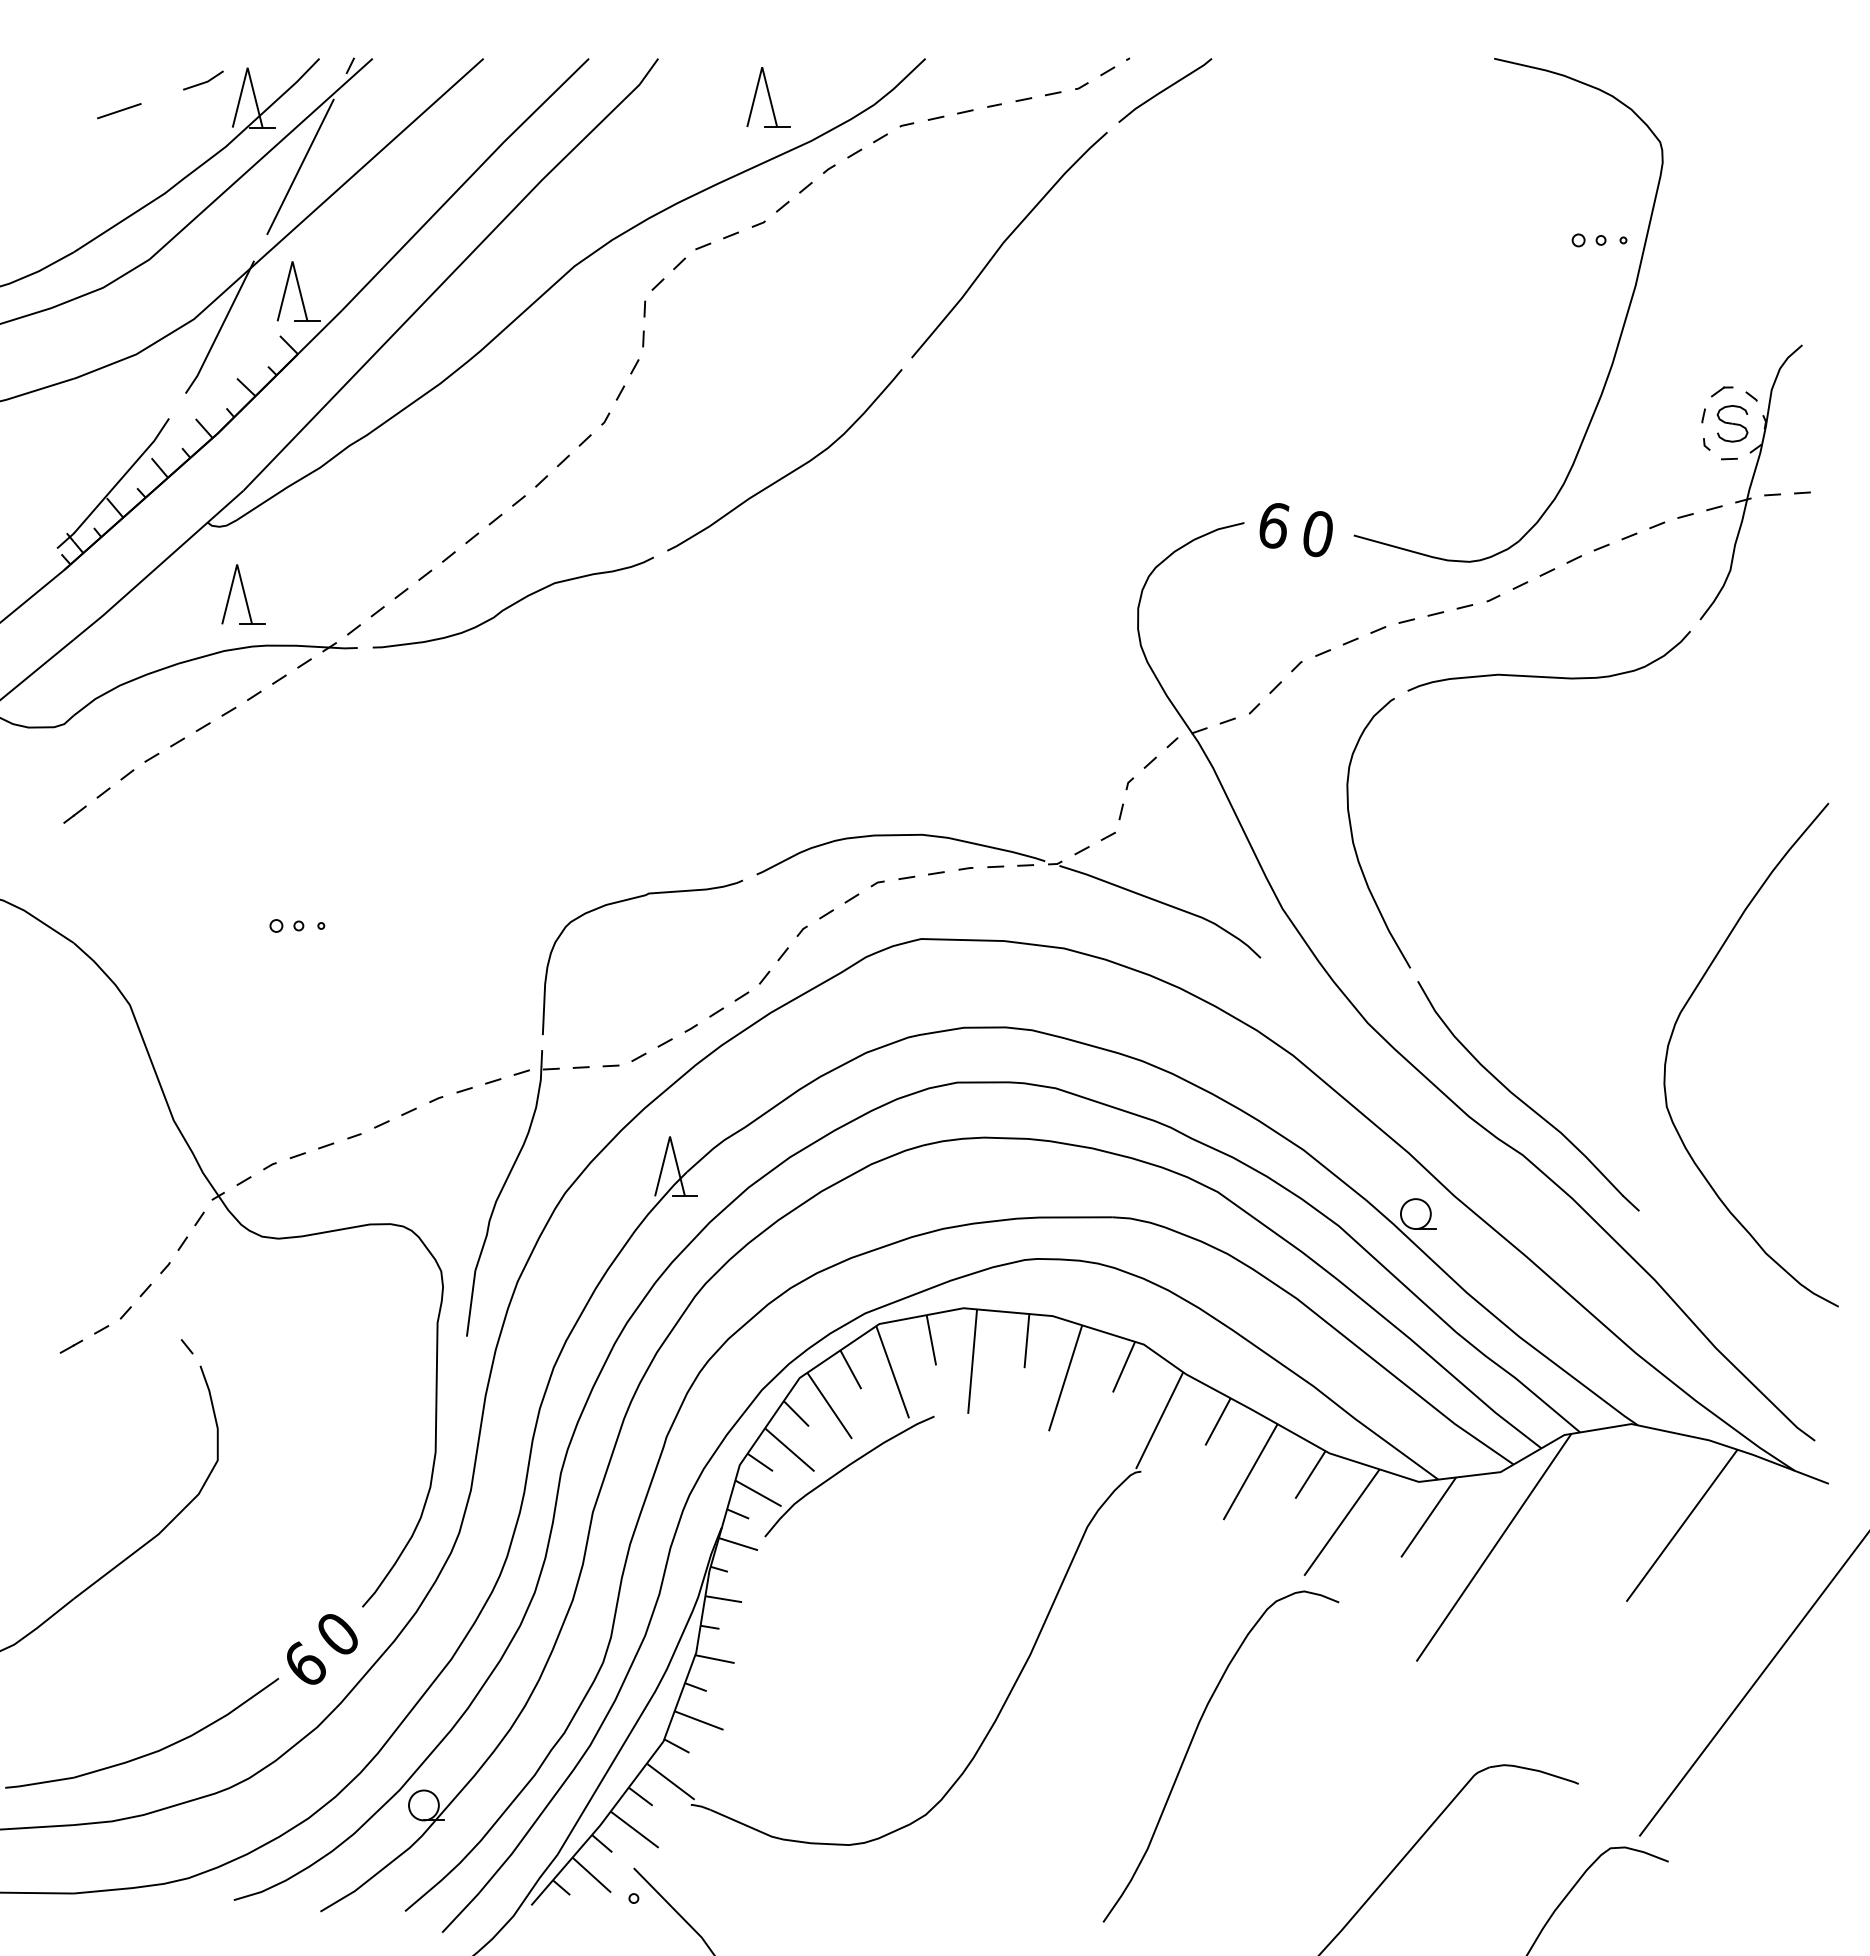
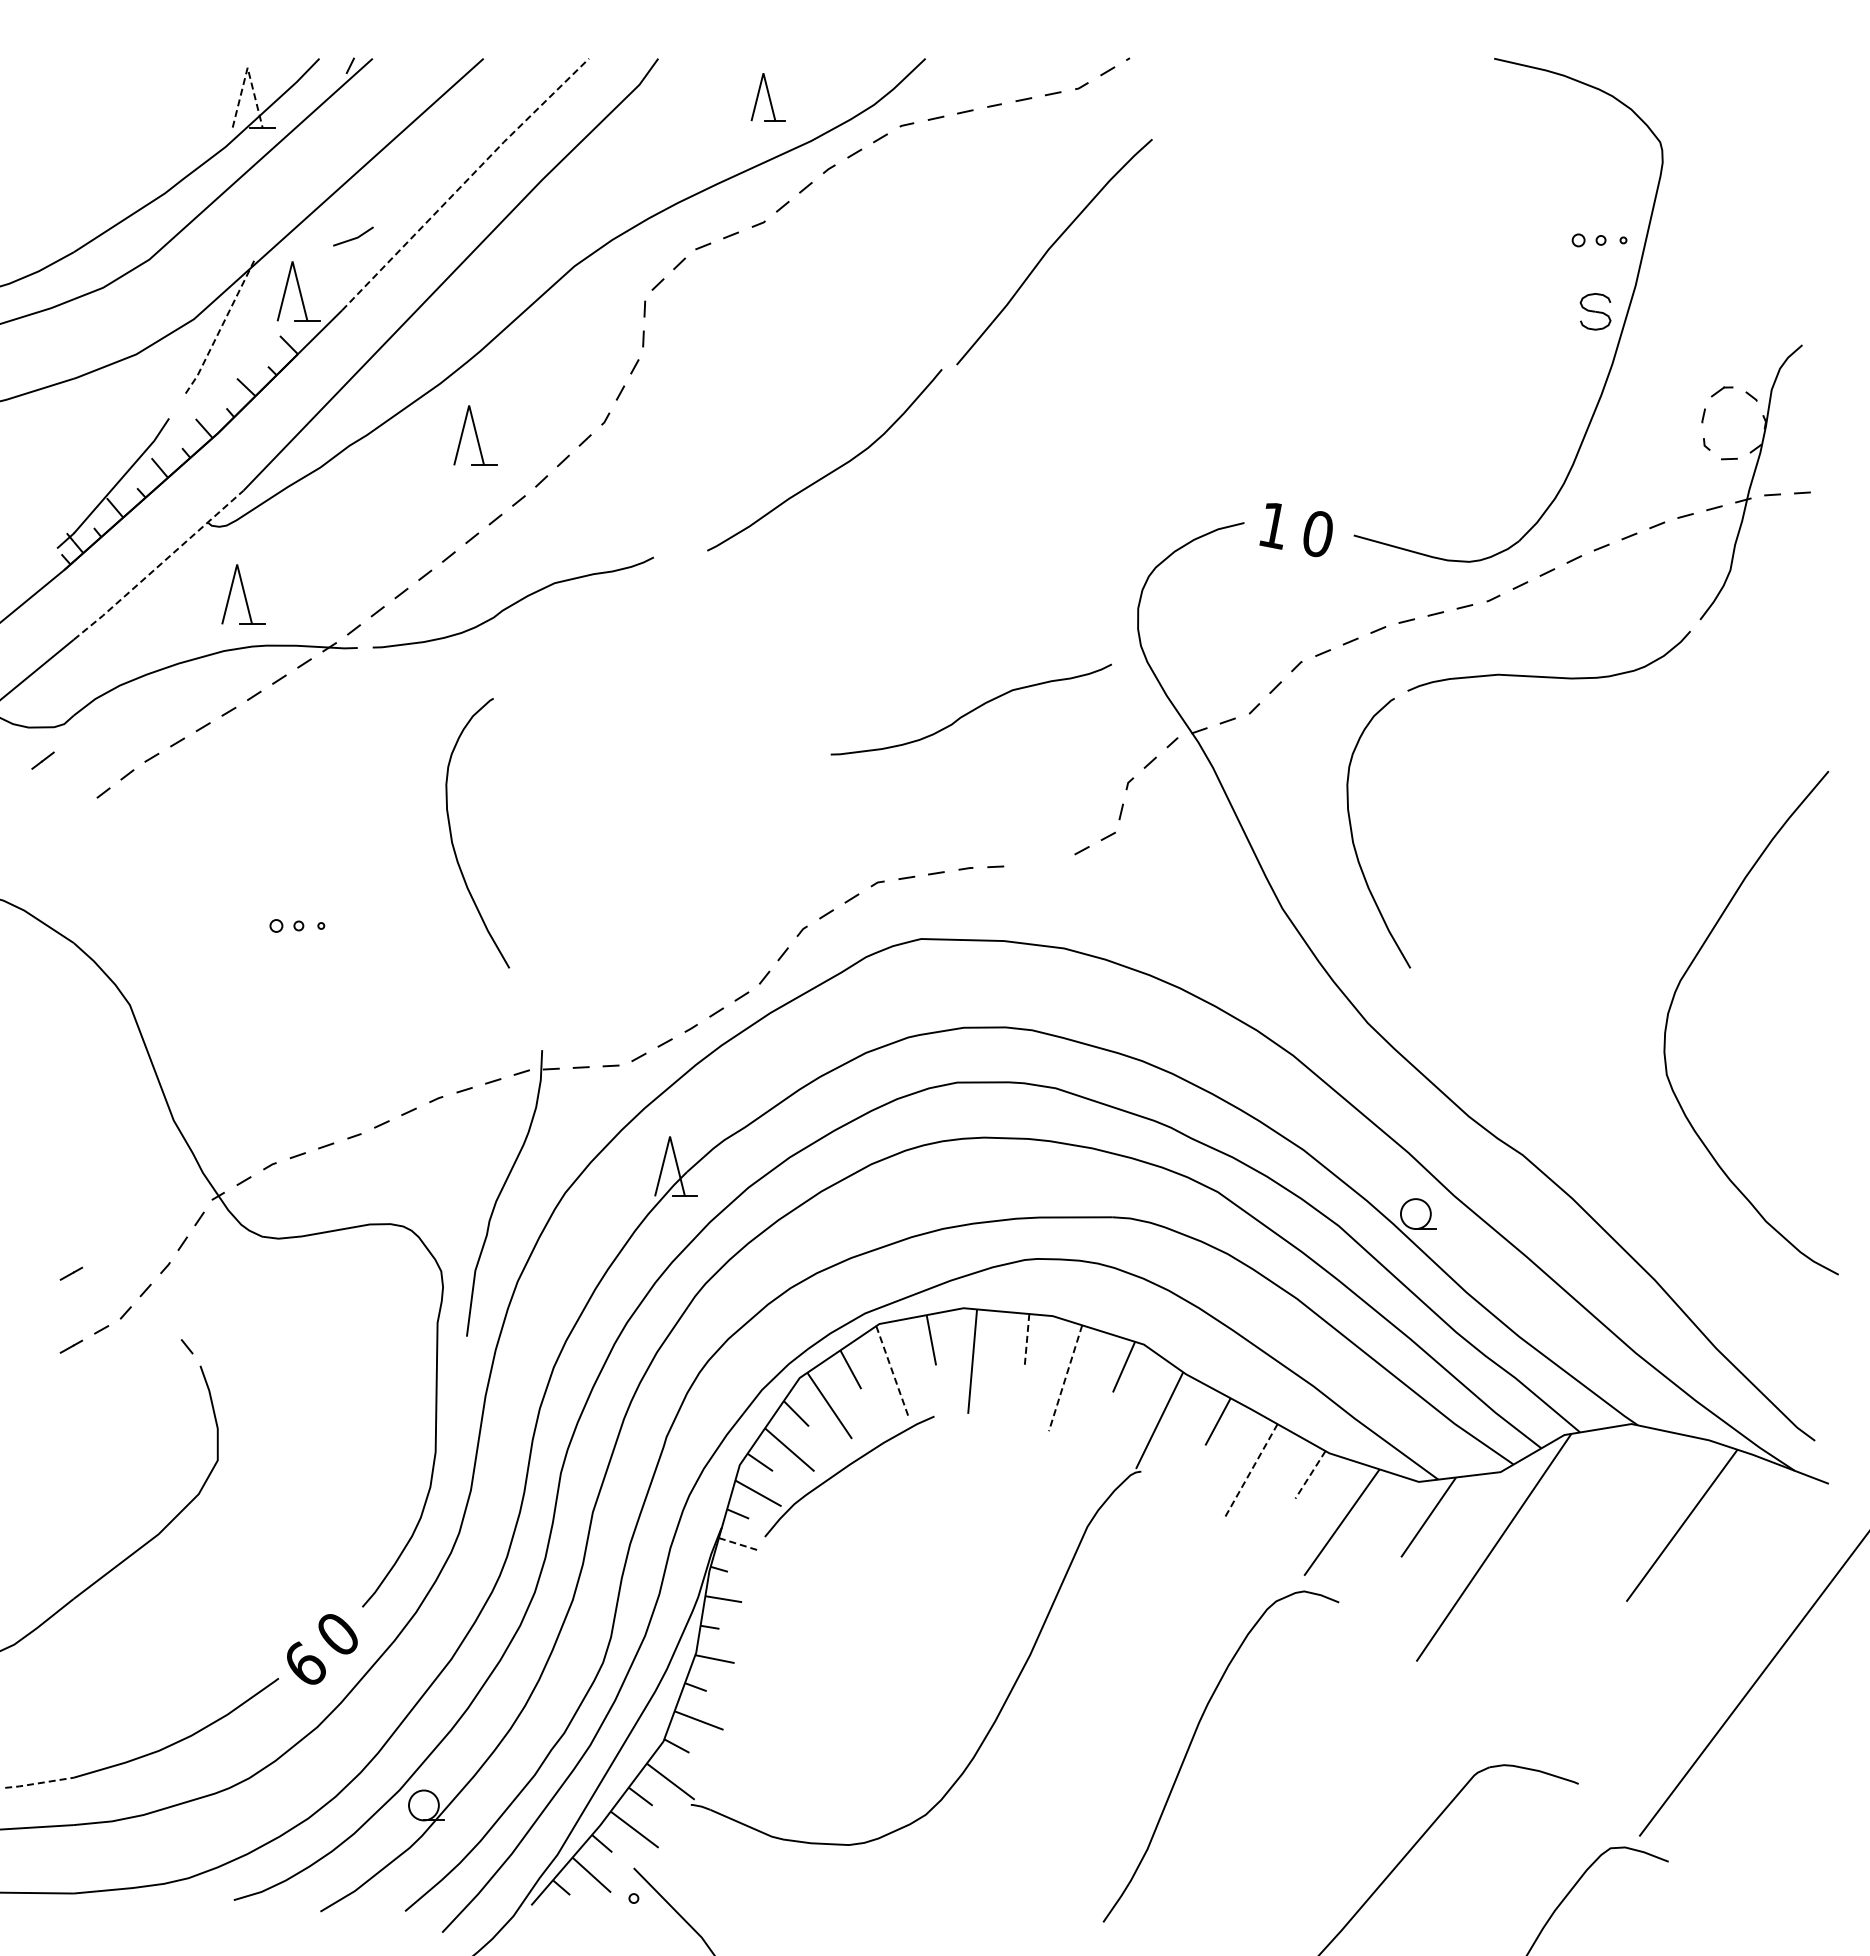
line at (247, 67): solid -> dashed
line at (204, 81) position: (204, 81) -> (354, 237)
line at (1165, 90): present -> none
part at (768, 97) size: 45x61 px -> 36x49 px
line at (119, 111): present -> none
line at (300, 166): present -> none
line at (465, 182): solid -> dashed
curve at (1006, 240) position: (1006, 240) -> (1051, 247)
line at (220, 328): solid -> dashed
part at (1732, 423) position: (1732, 423) -> (1595, 311)
part at (475, 435): none -> present
curve at (792, 470) position: (792, 470) -> (832, 470)
text at (1274, 526): 6 -> 1
line at (158, 566): solid -> dashed
curve at (970, 710): none -> present
line at (74, 814) position: (74, 814) -> (42, 760)
curve at (452, 836): none -> present
part at (1017, 866): present -> none
curve at (629, 900): present -> none
curve at (1674, 1030) position: (1674, 1030) -> (1674, 998)
part at (1525, 1102): present -> none
line at (70, 1273): none -> present
line at (1026, 1341): solid -> dashed
line at (892, 1372): solid -> dashed
line at (1065, 1378): solid -> dashed
line at (1250, 1472): solid -> dashed
line at (1310, 1475): solid -> dashed
line at (738, 1544): solid -> dashed
line at (38, 1783): solid -> dashed
